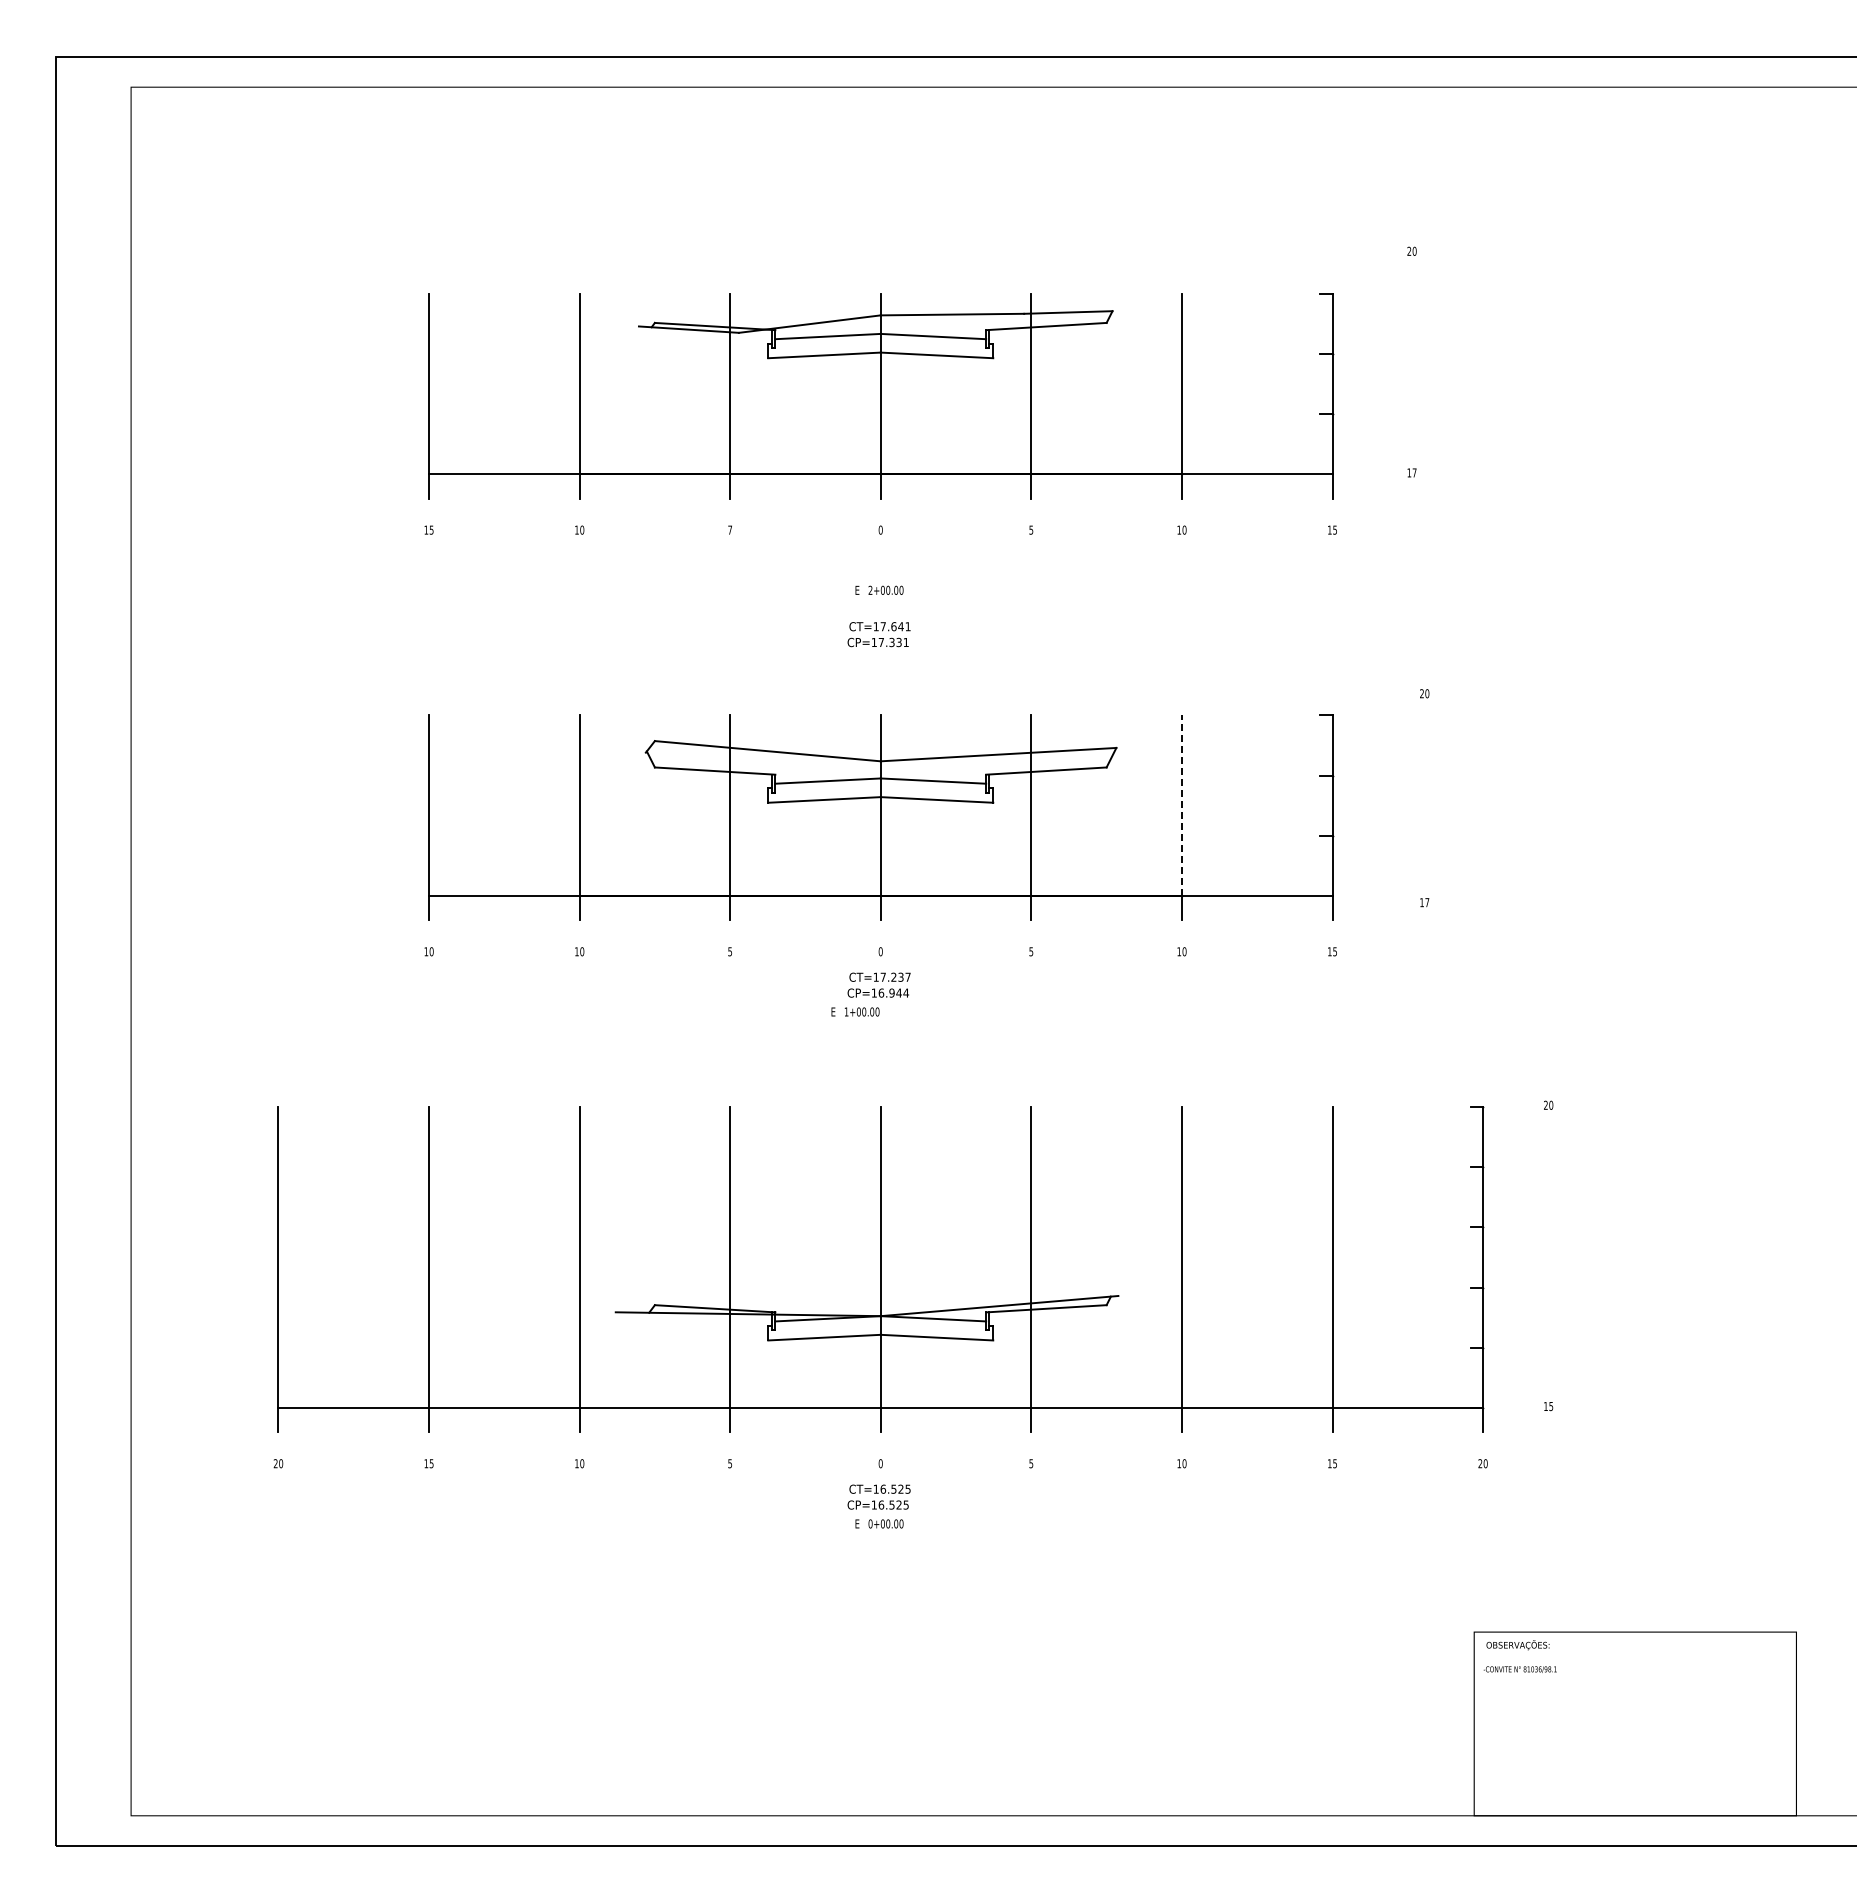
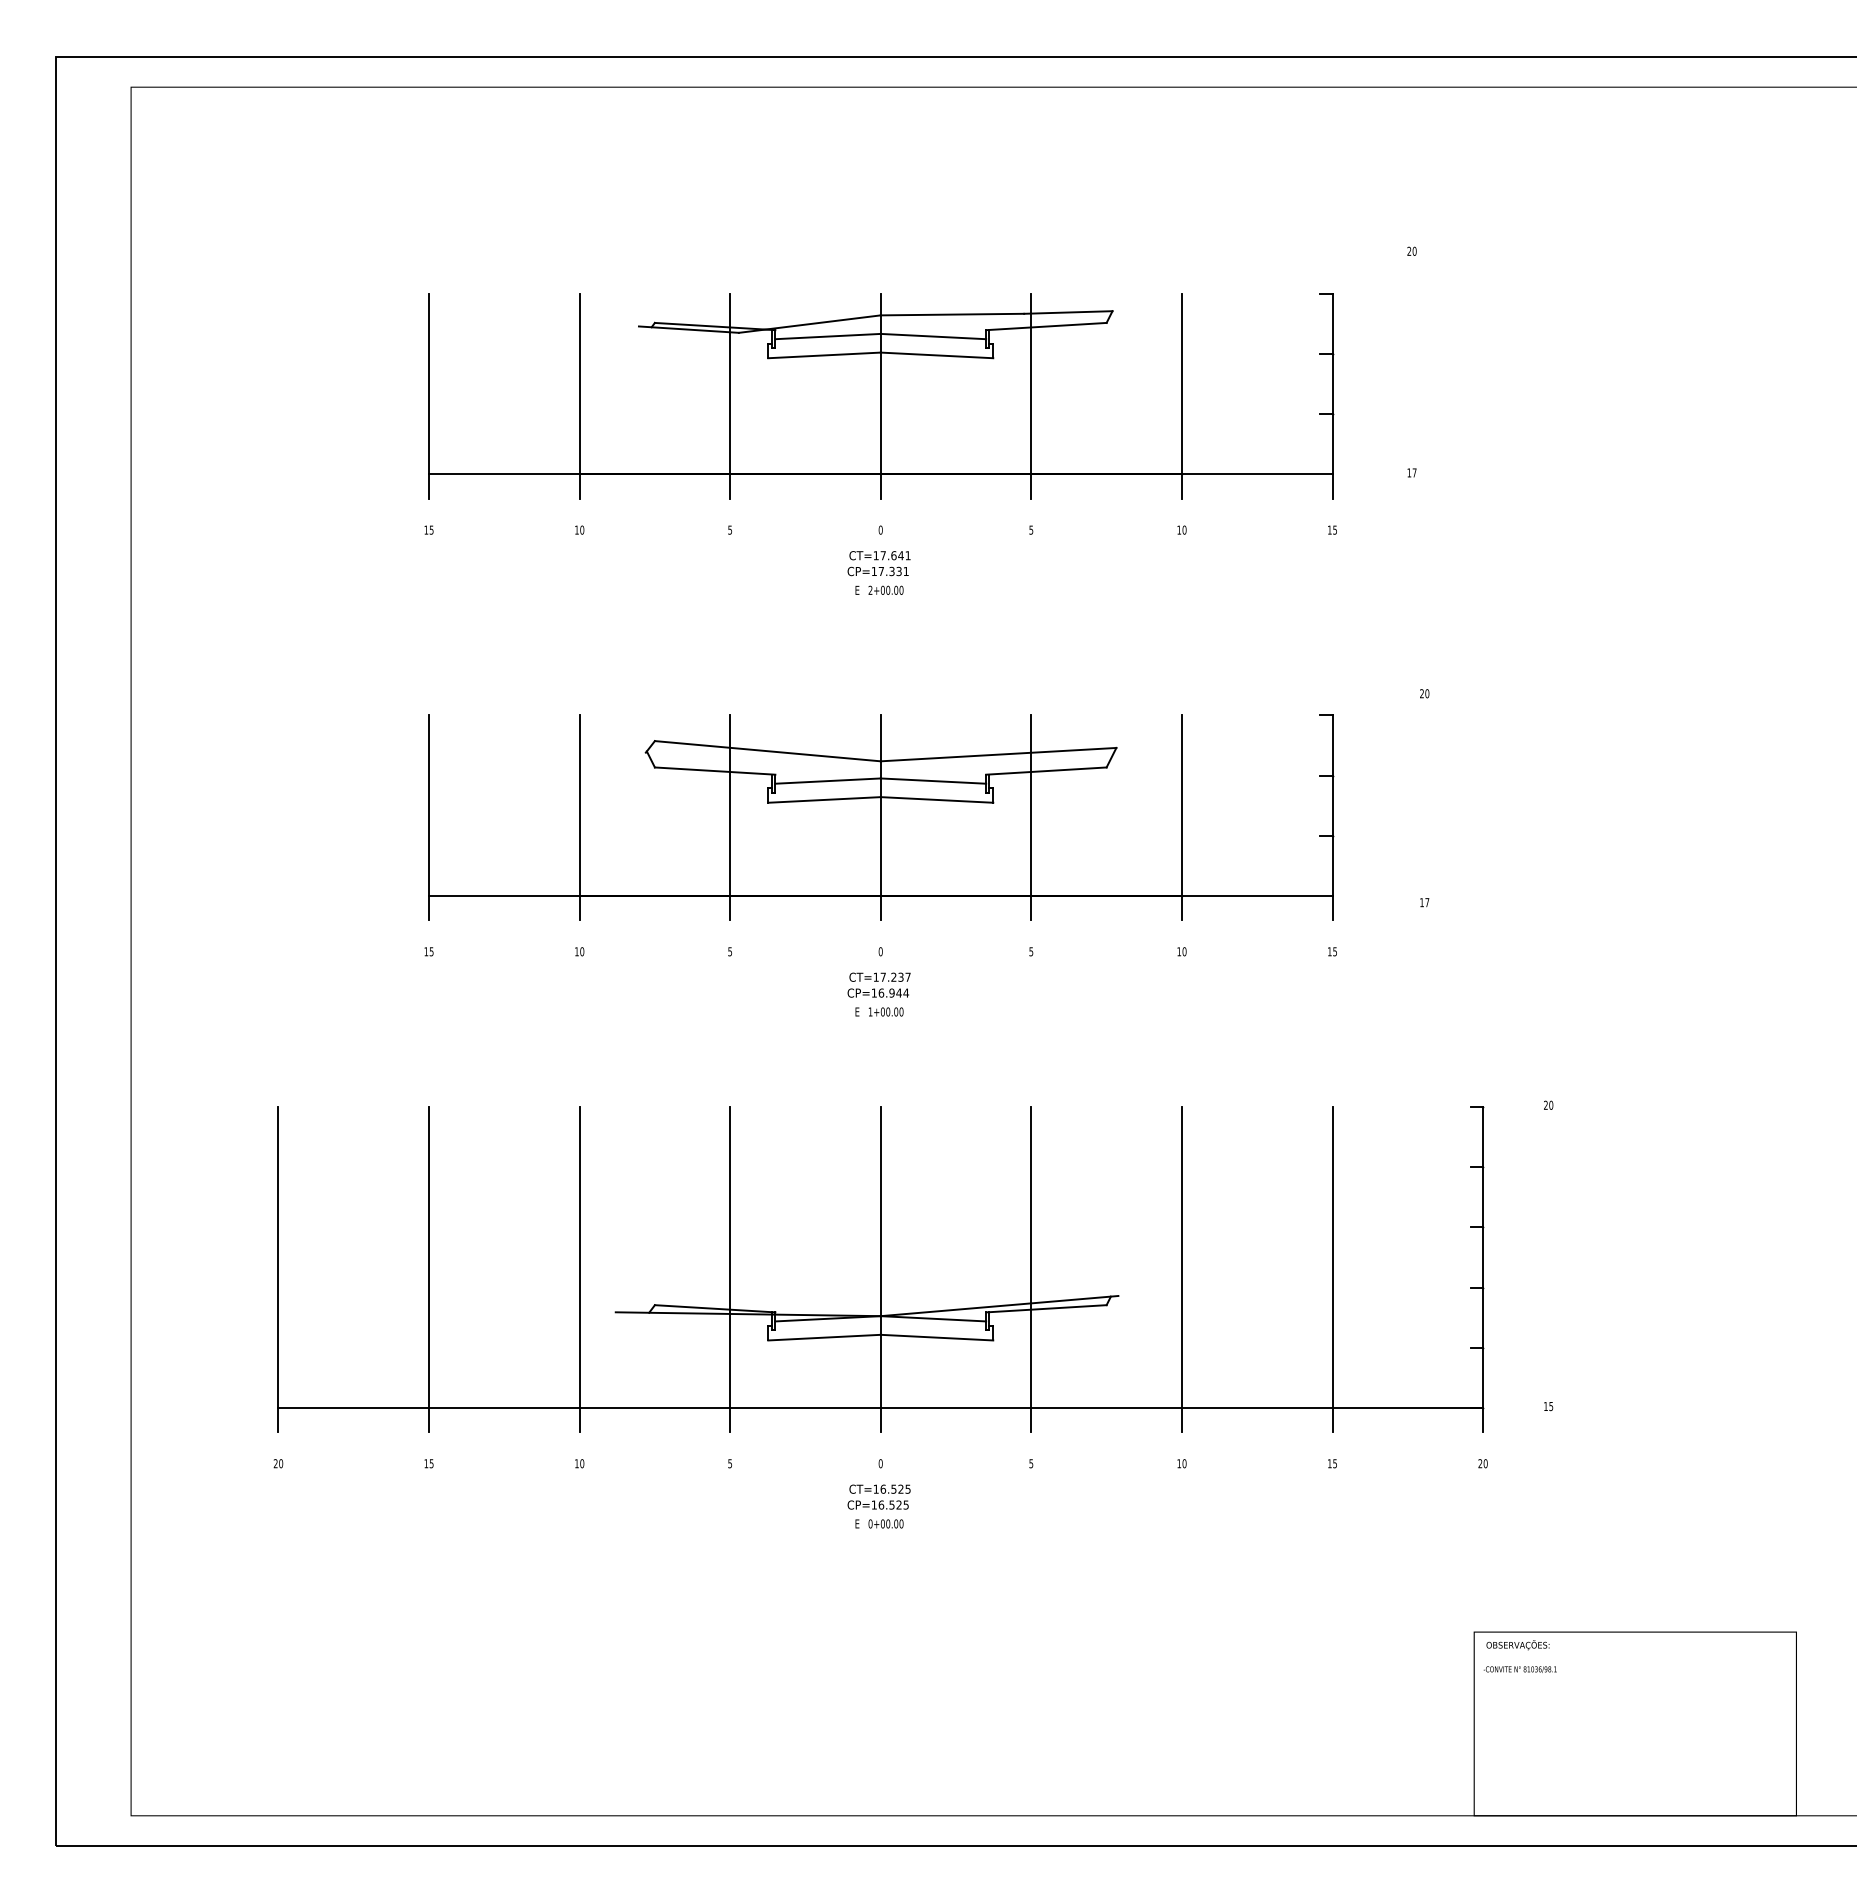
text at (730, 529): 7 -> 5
text at (878, 634) position: (878, 634) -> (878, 563)
line at (1181, 805): dashed -> solid
text at (431, 951): 10 -> 15
text at (855, 1011) position: (855, 1011) -> (879, 1011)
